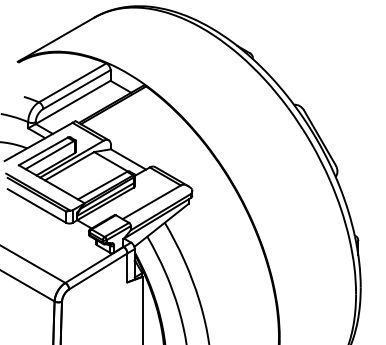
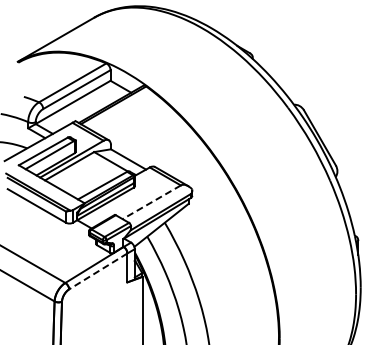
line at (151, 202): solid -> dashed
line at (97, 271): solid -> dashed
